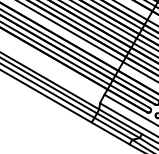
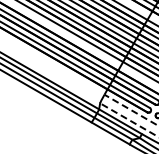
line at (131, 110): solid -> dashed
line at (129, 120): solid -> dashed
